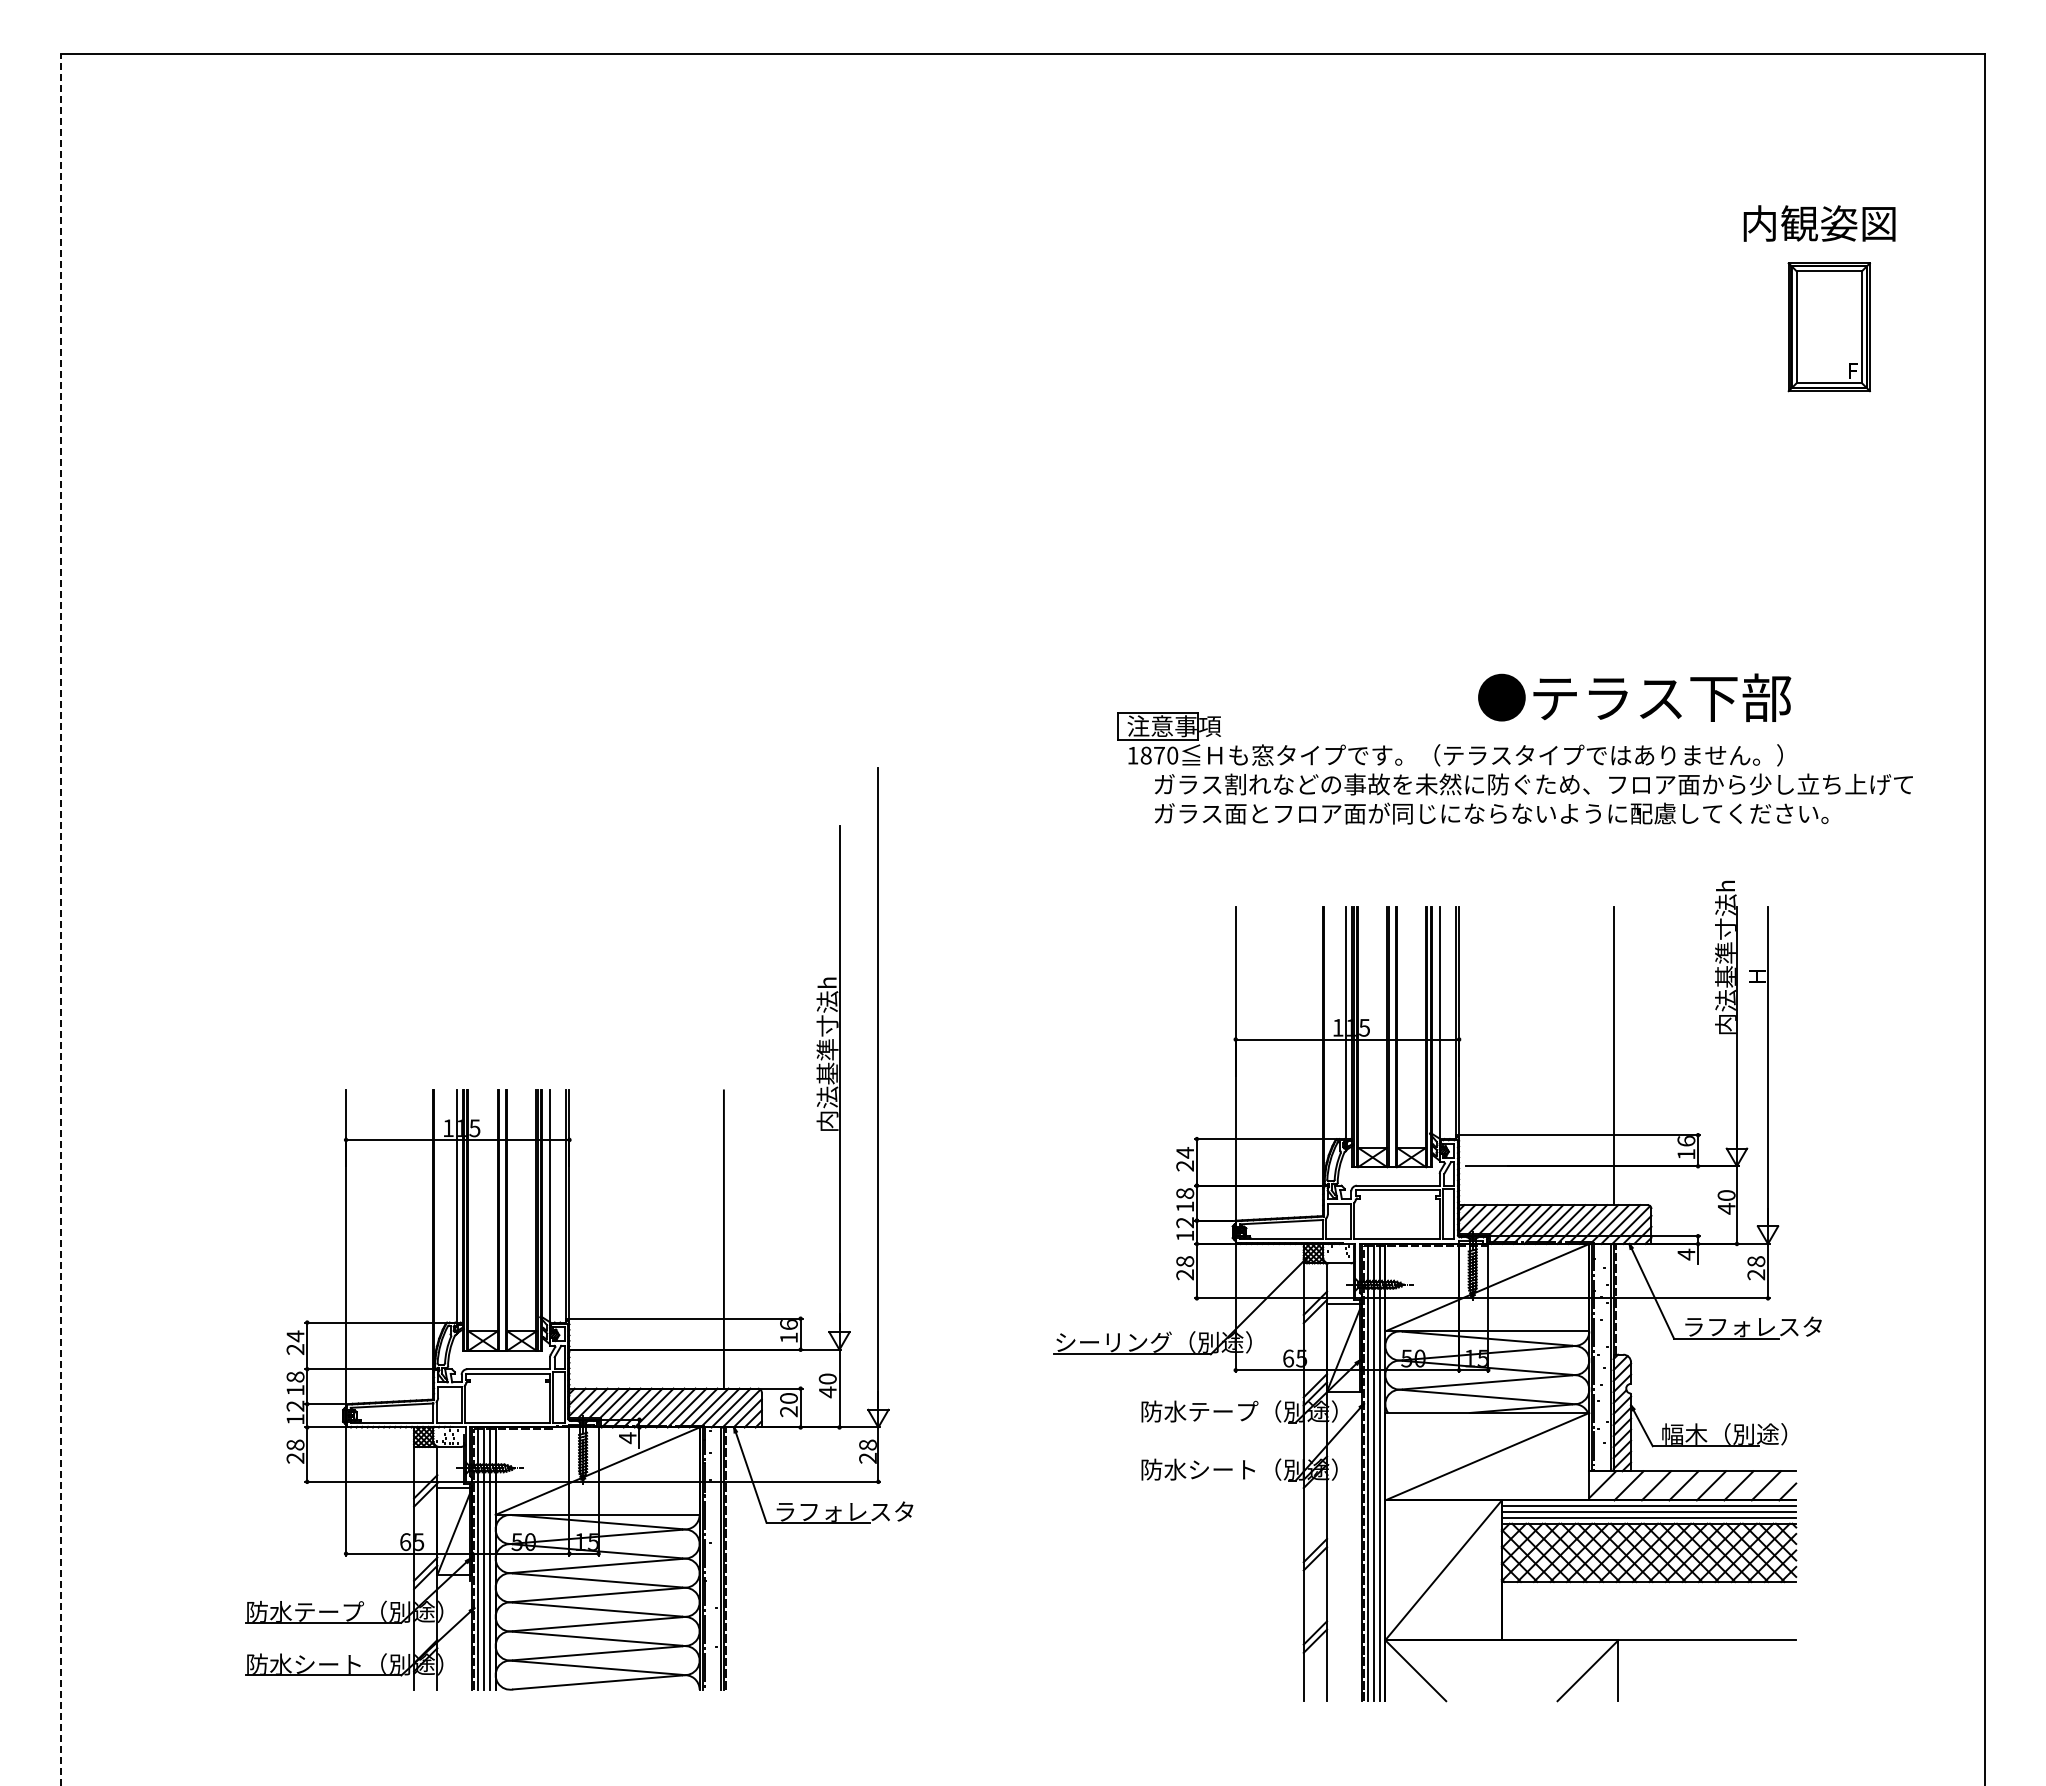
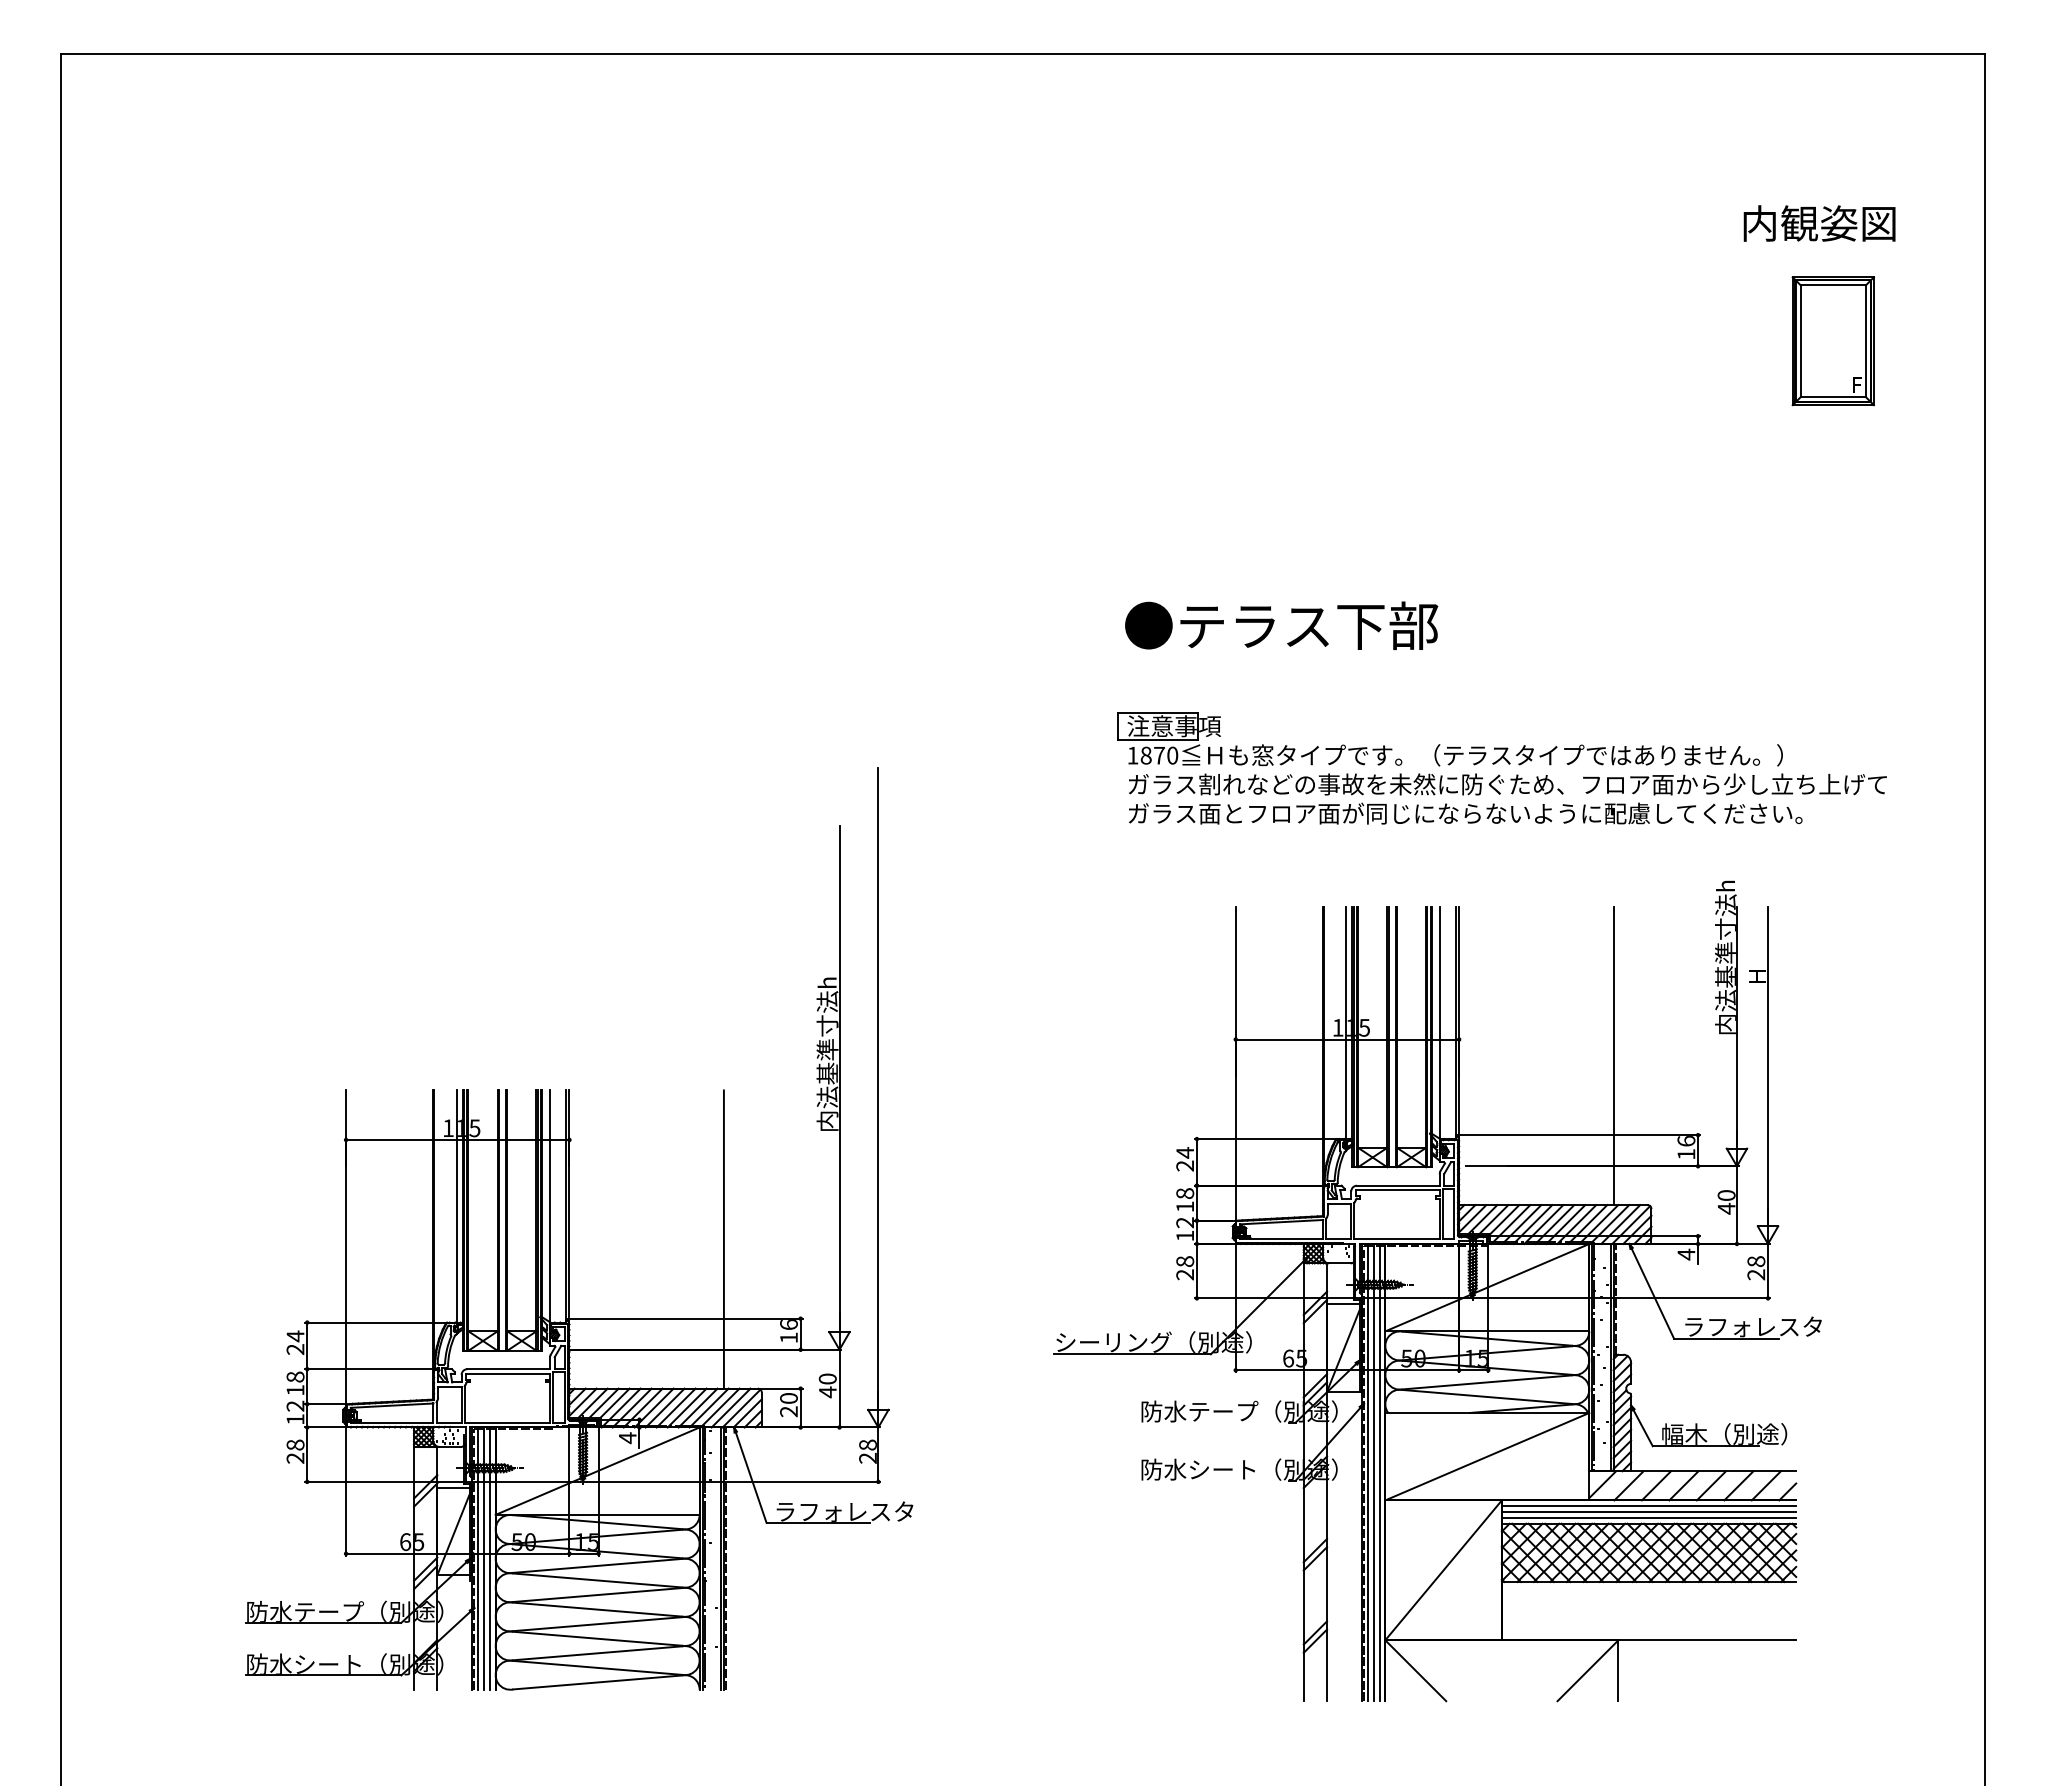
part at (1828, 327) position: (1828, 327) -> (1832, 341)
text at (1634, 697) position: (1634, 697) -> (1281, 625)
text at (1533, 798) position: (1533, 798) -> (1507, 798)
line at (61, 919): dashed -> solid
